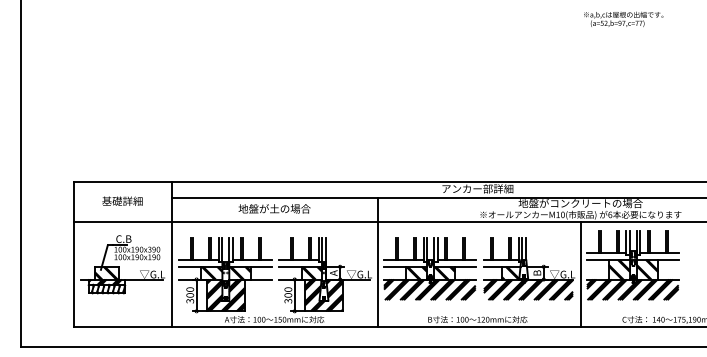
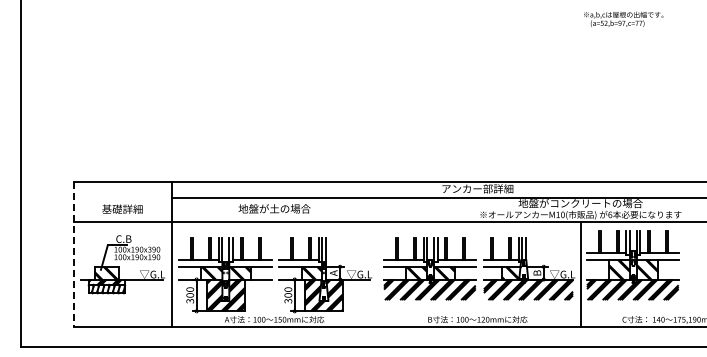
text at (122, 200) position: (122, 200) -> (122, 208)
line at (73, 254): solid -> dashed
line at (377, 262): present -> none
